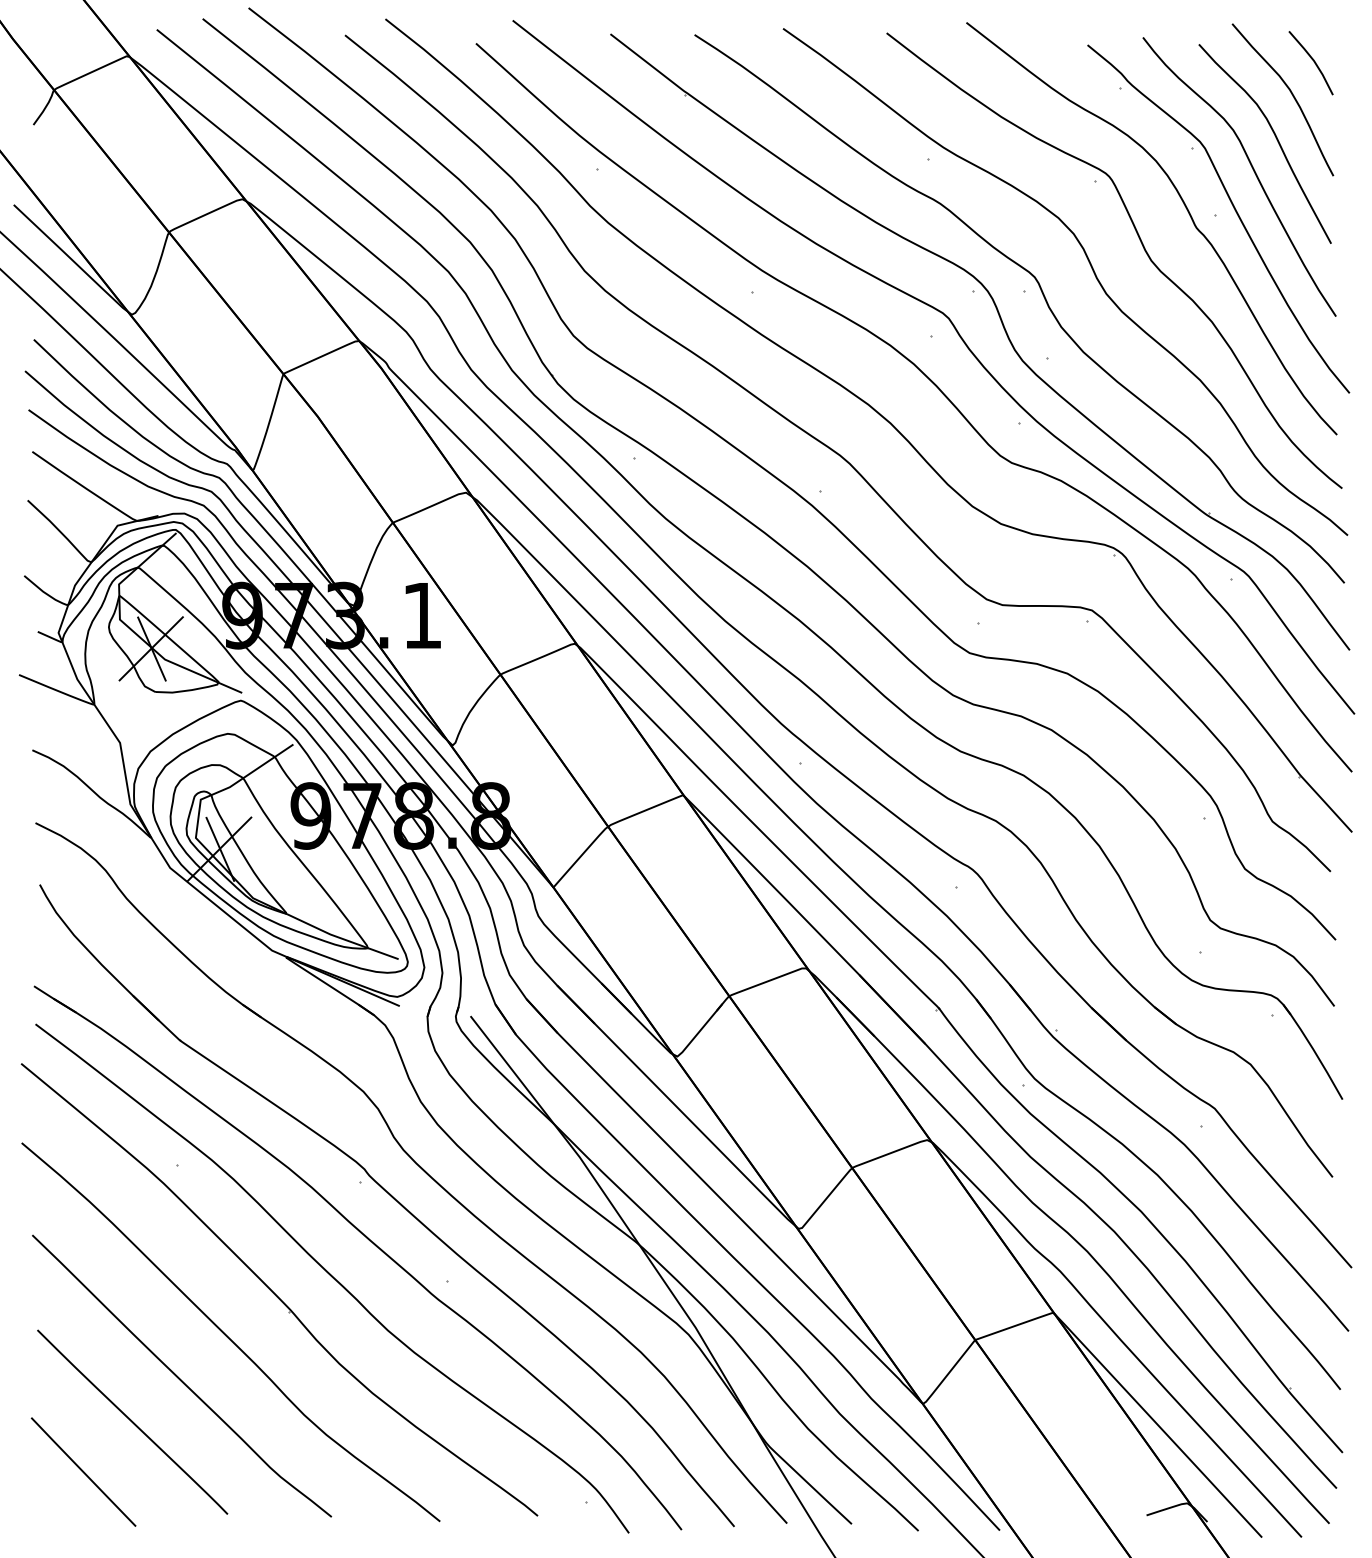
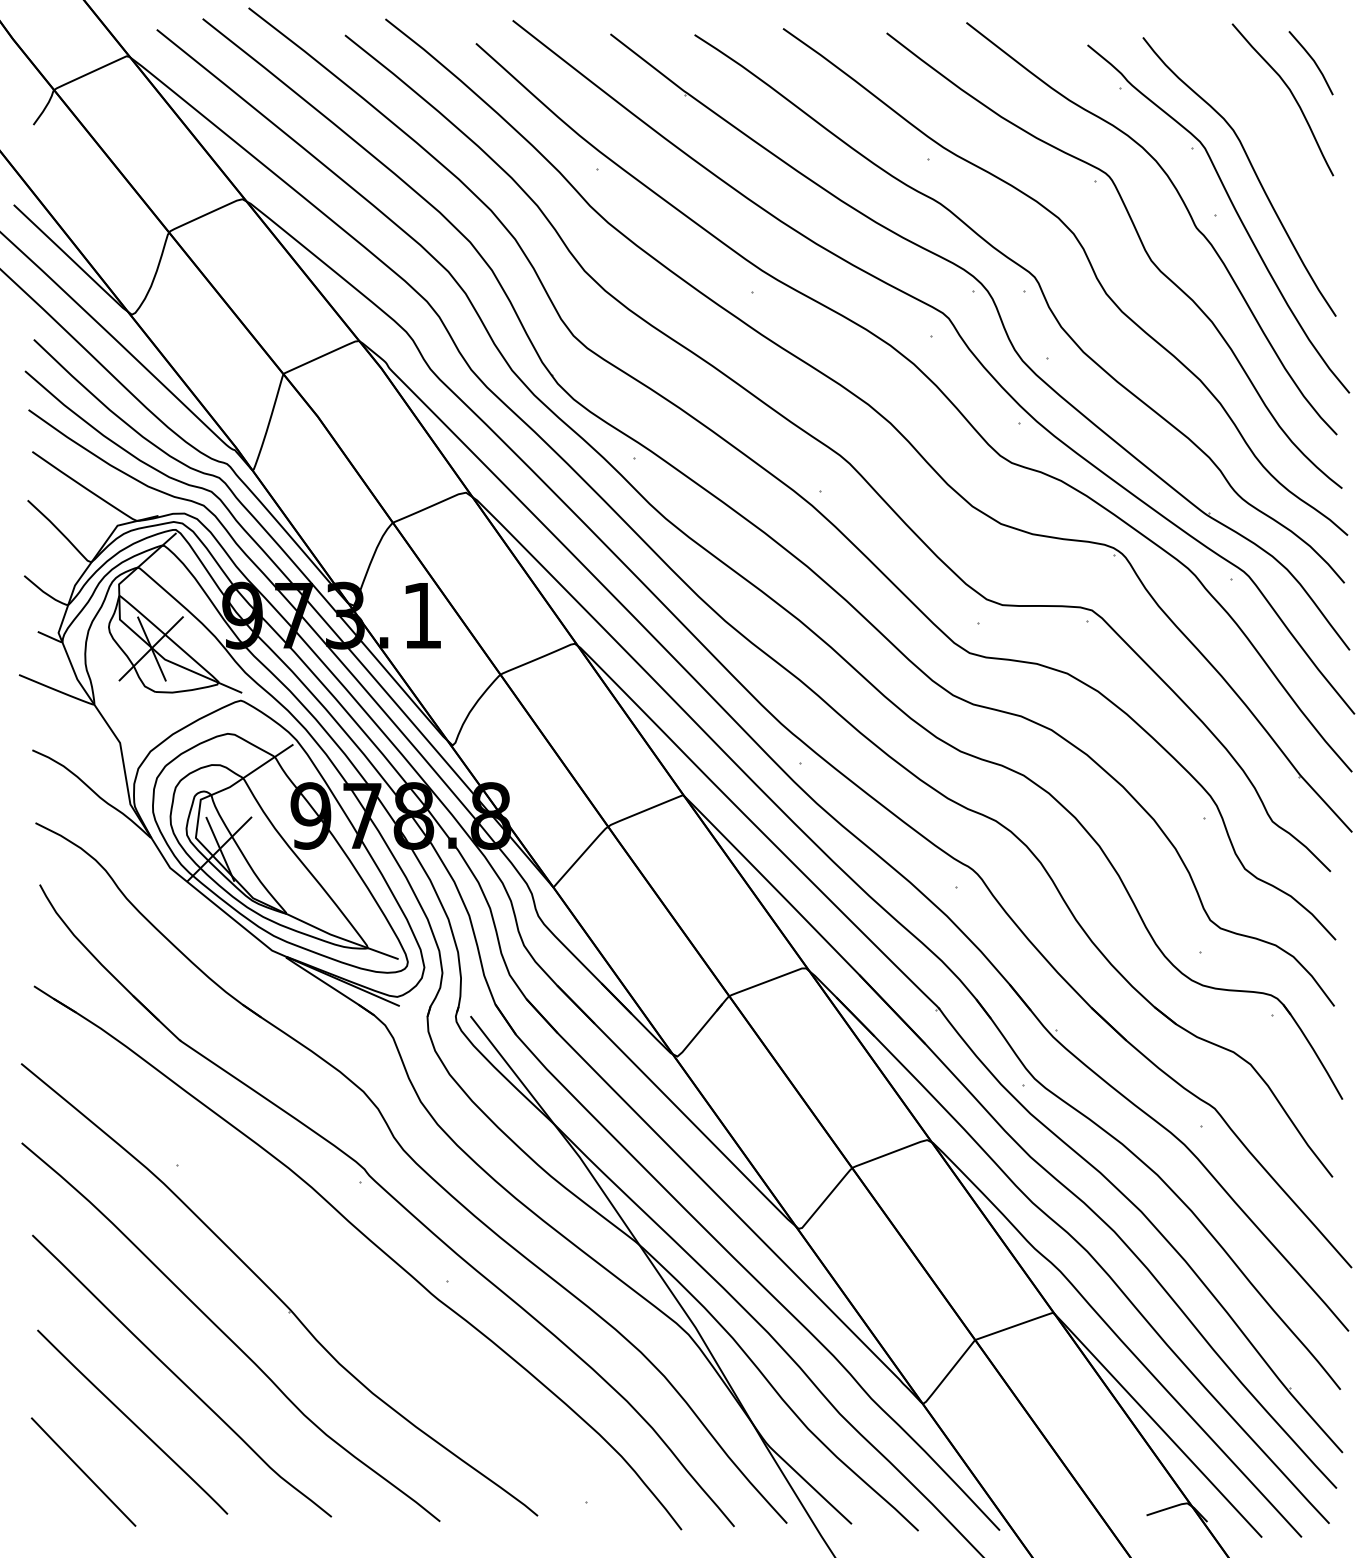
curve at (1275, 138): present -> none
curve at (332, 1278): present -> none
